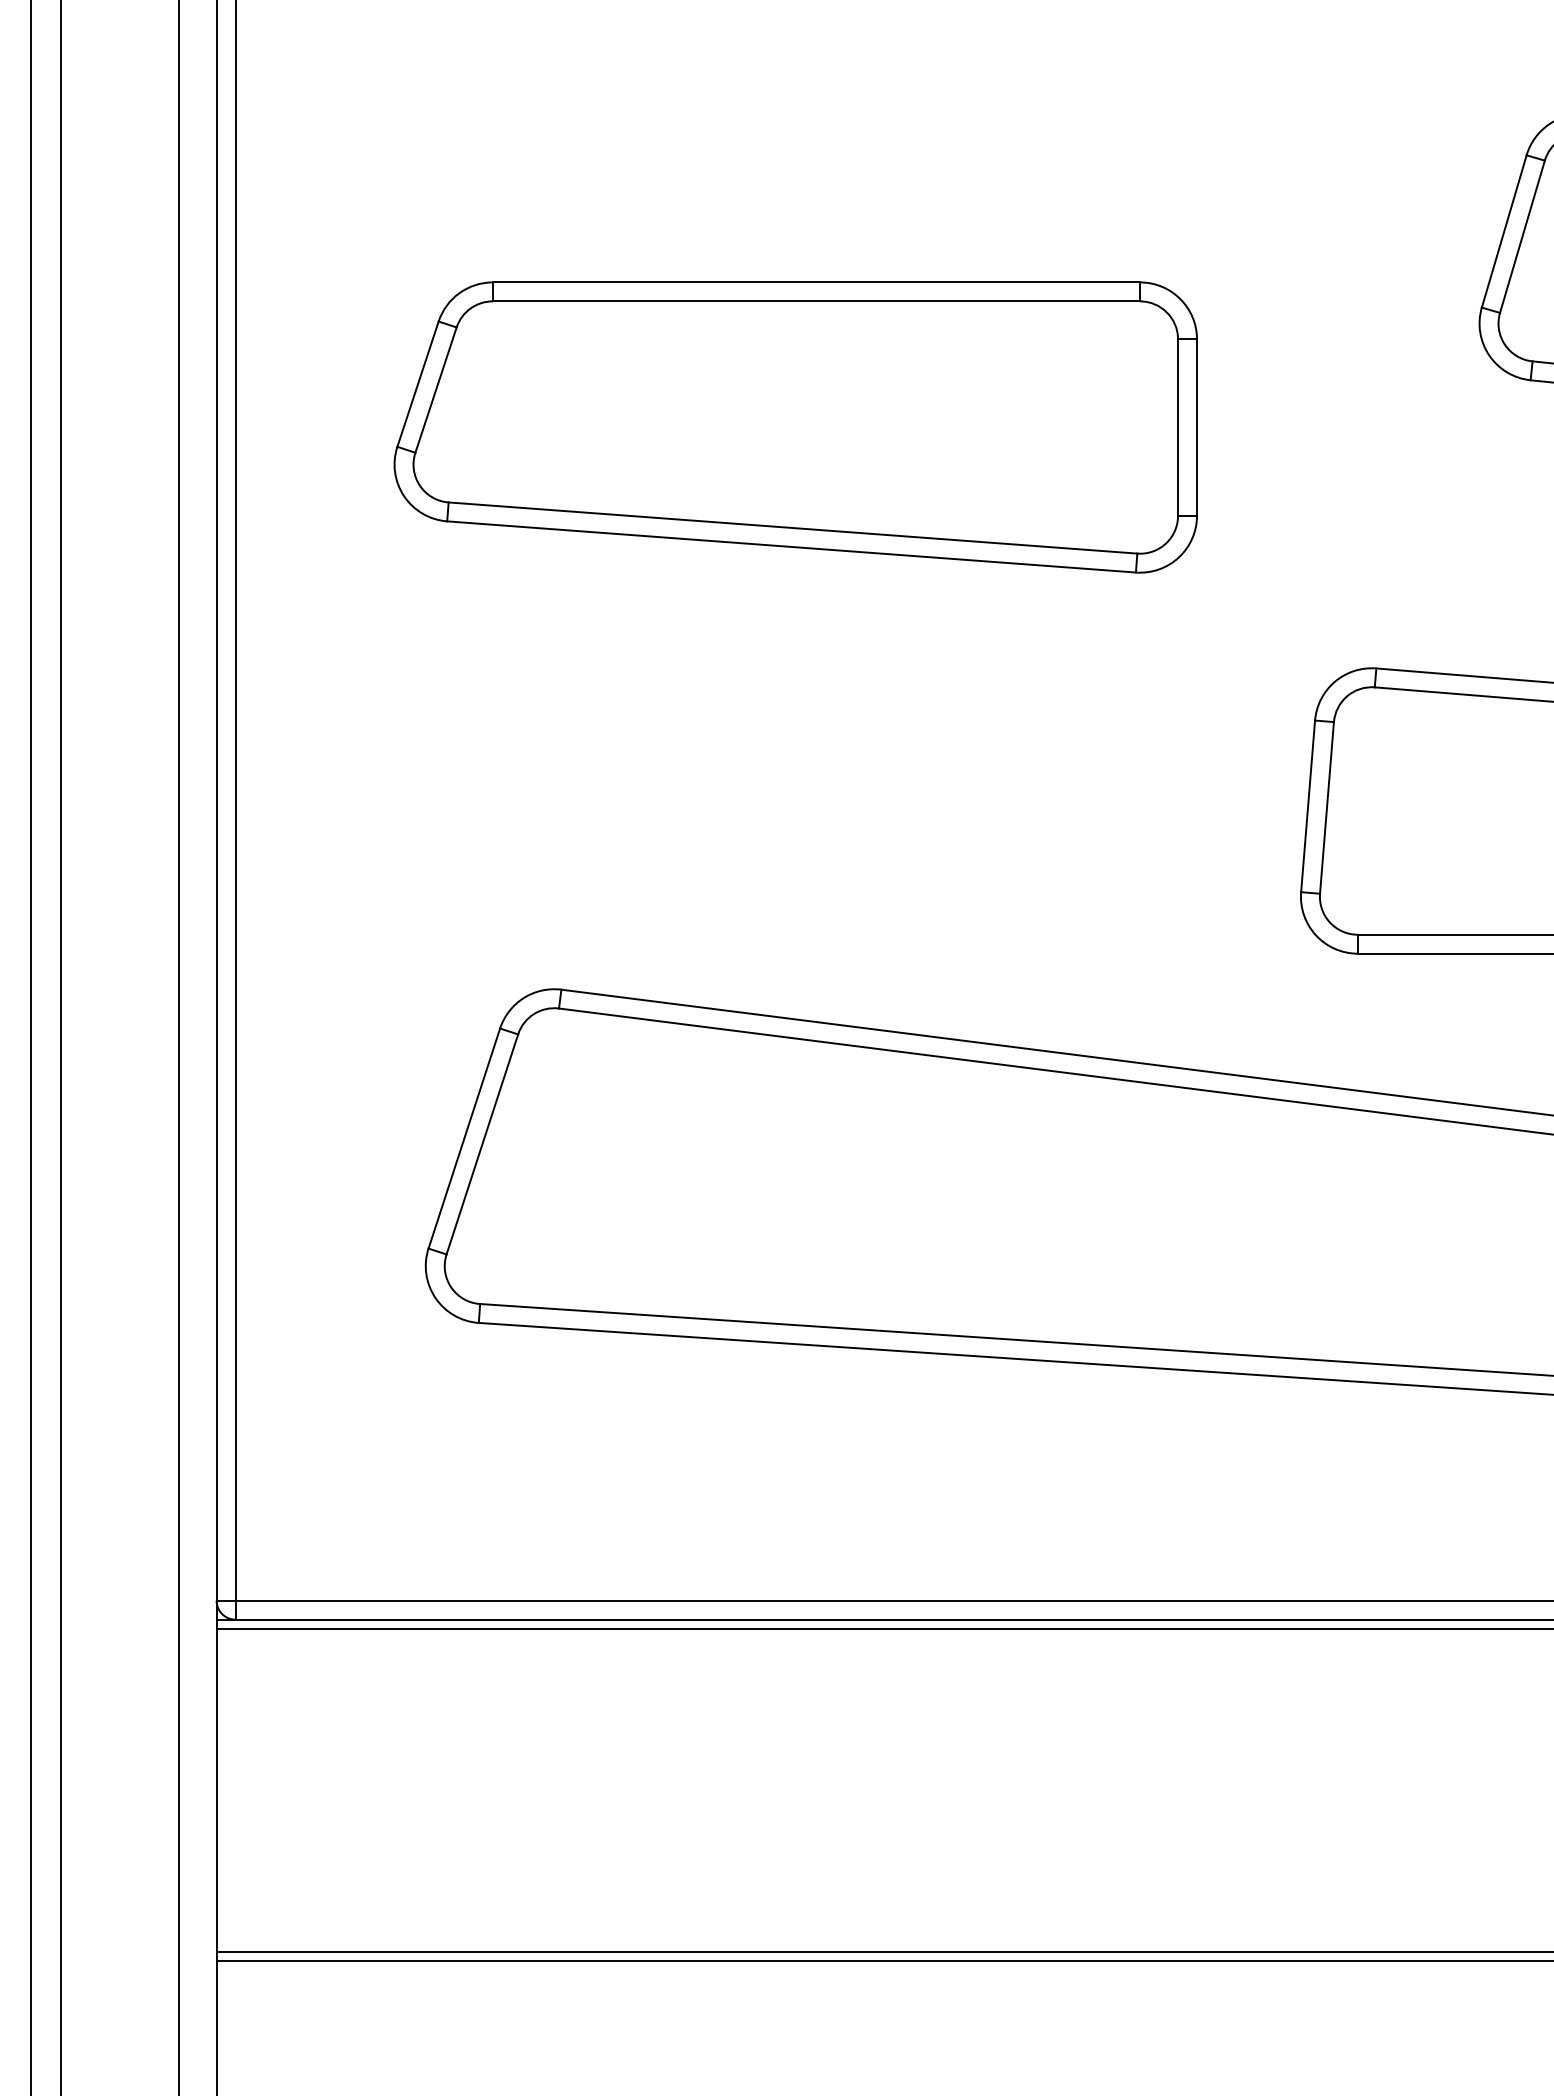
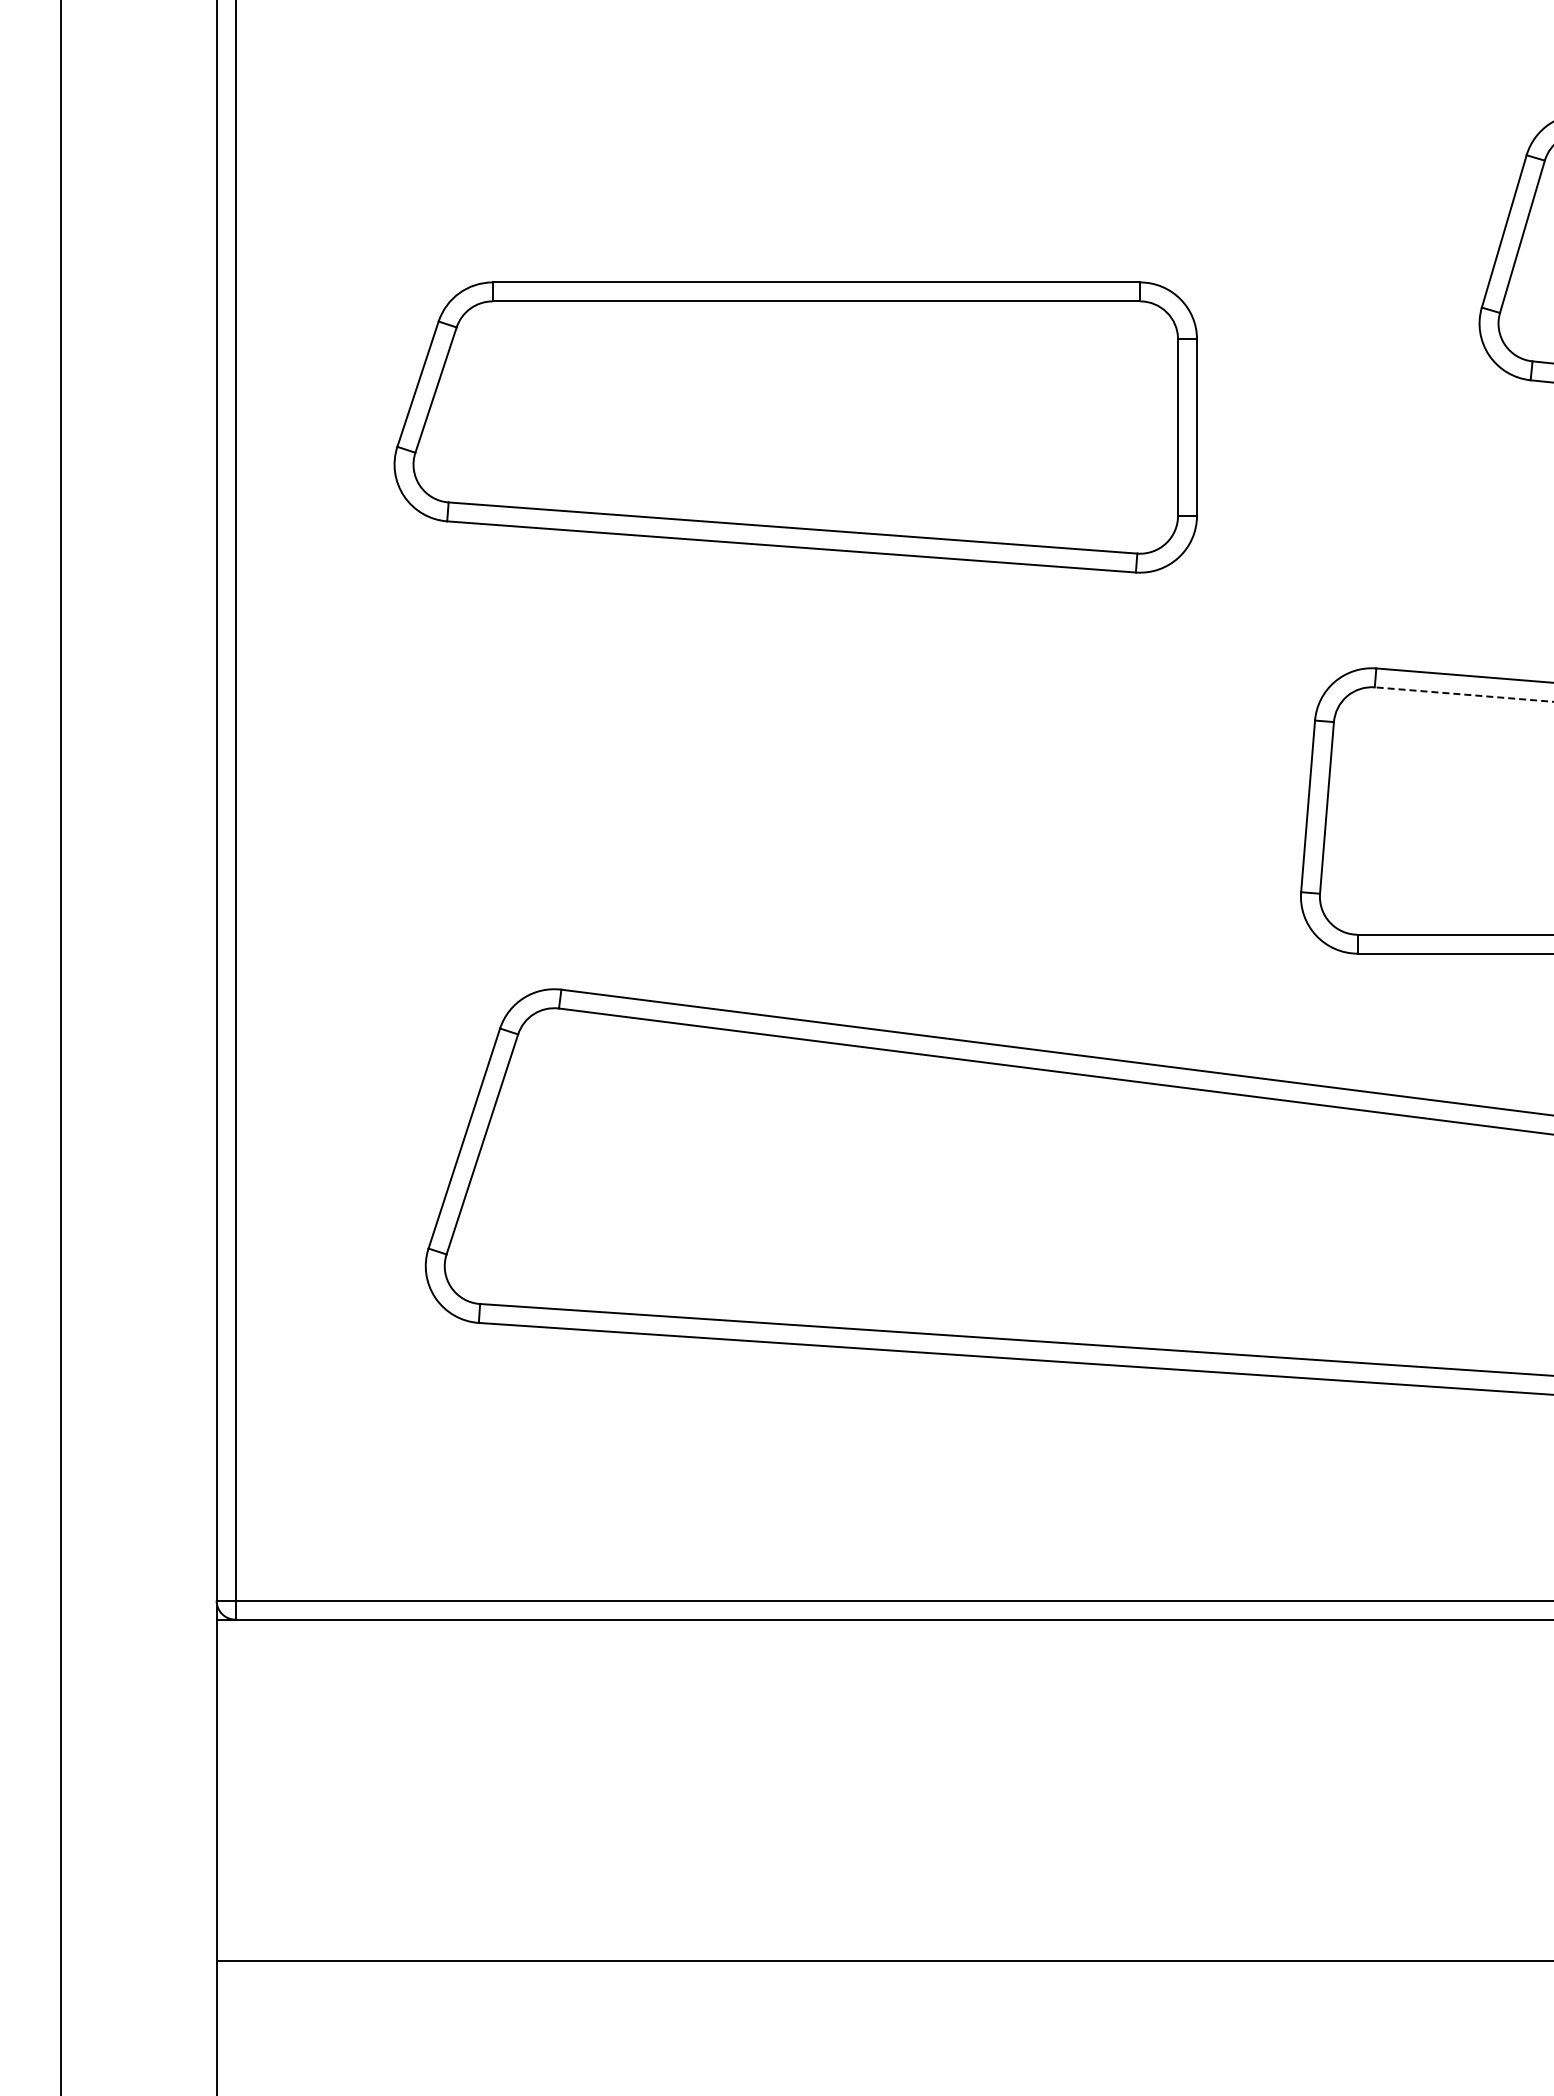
line at (1463, 694): solid -> dashed
line at (30, 1047): present -> none
line at (178, 1047): present -> none
line at (883, 1629): present -> none
line at (883, 1951): present -> none
